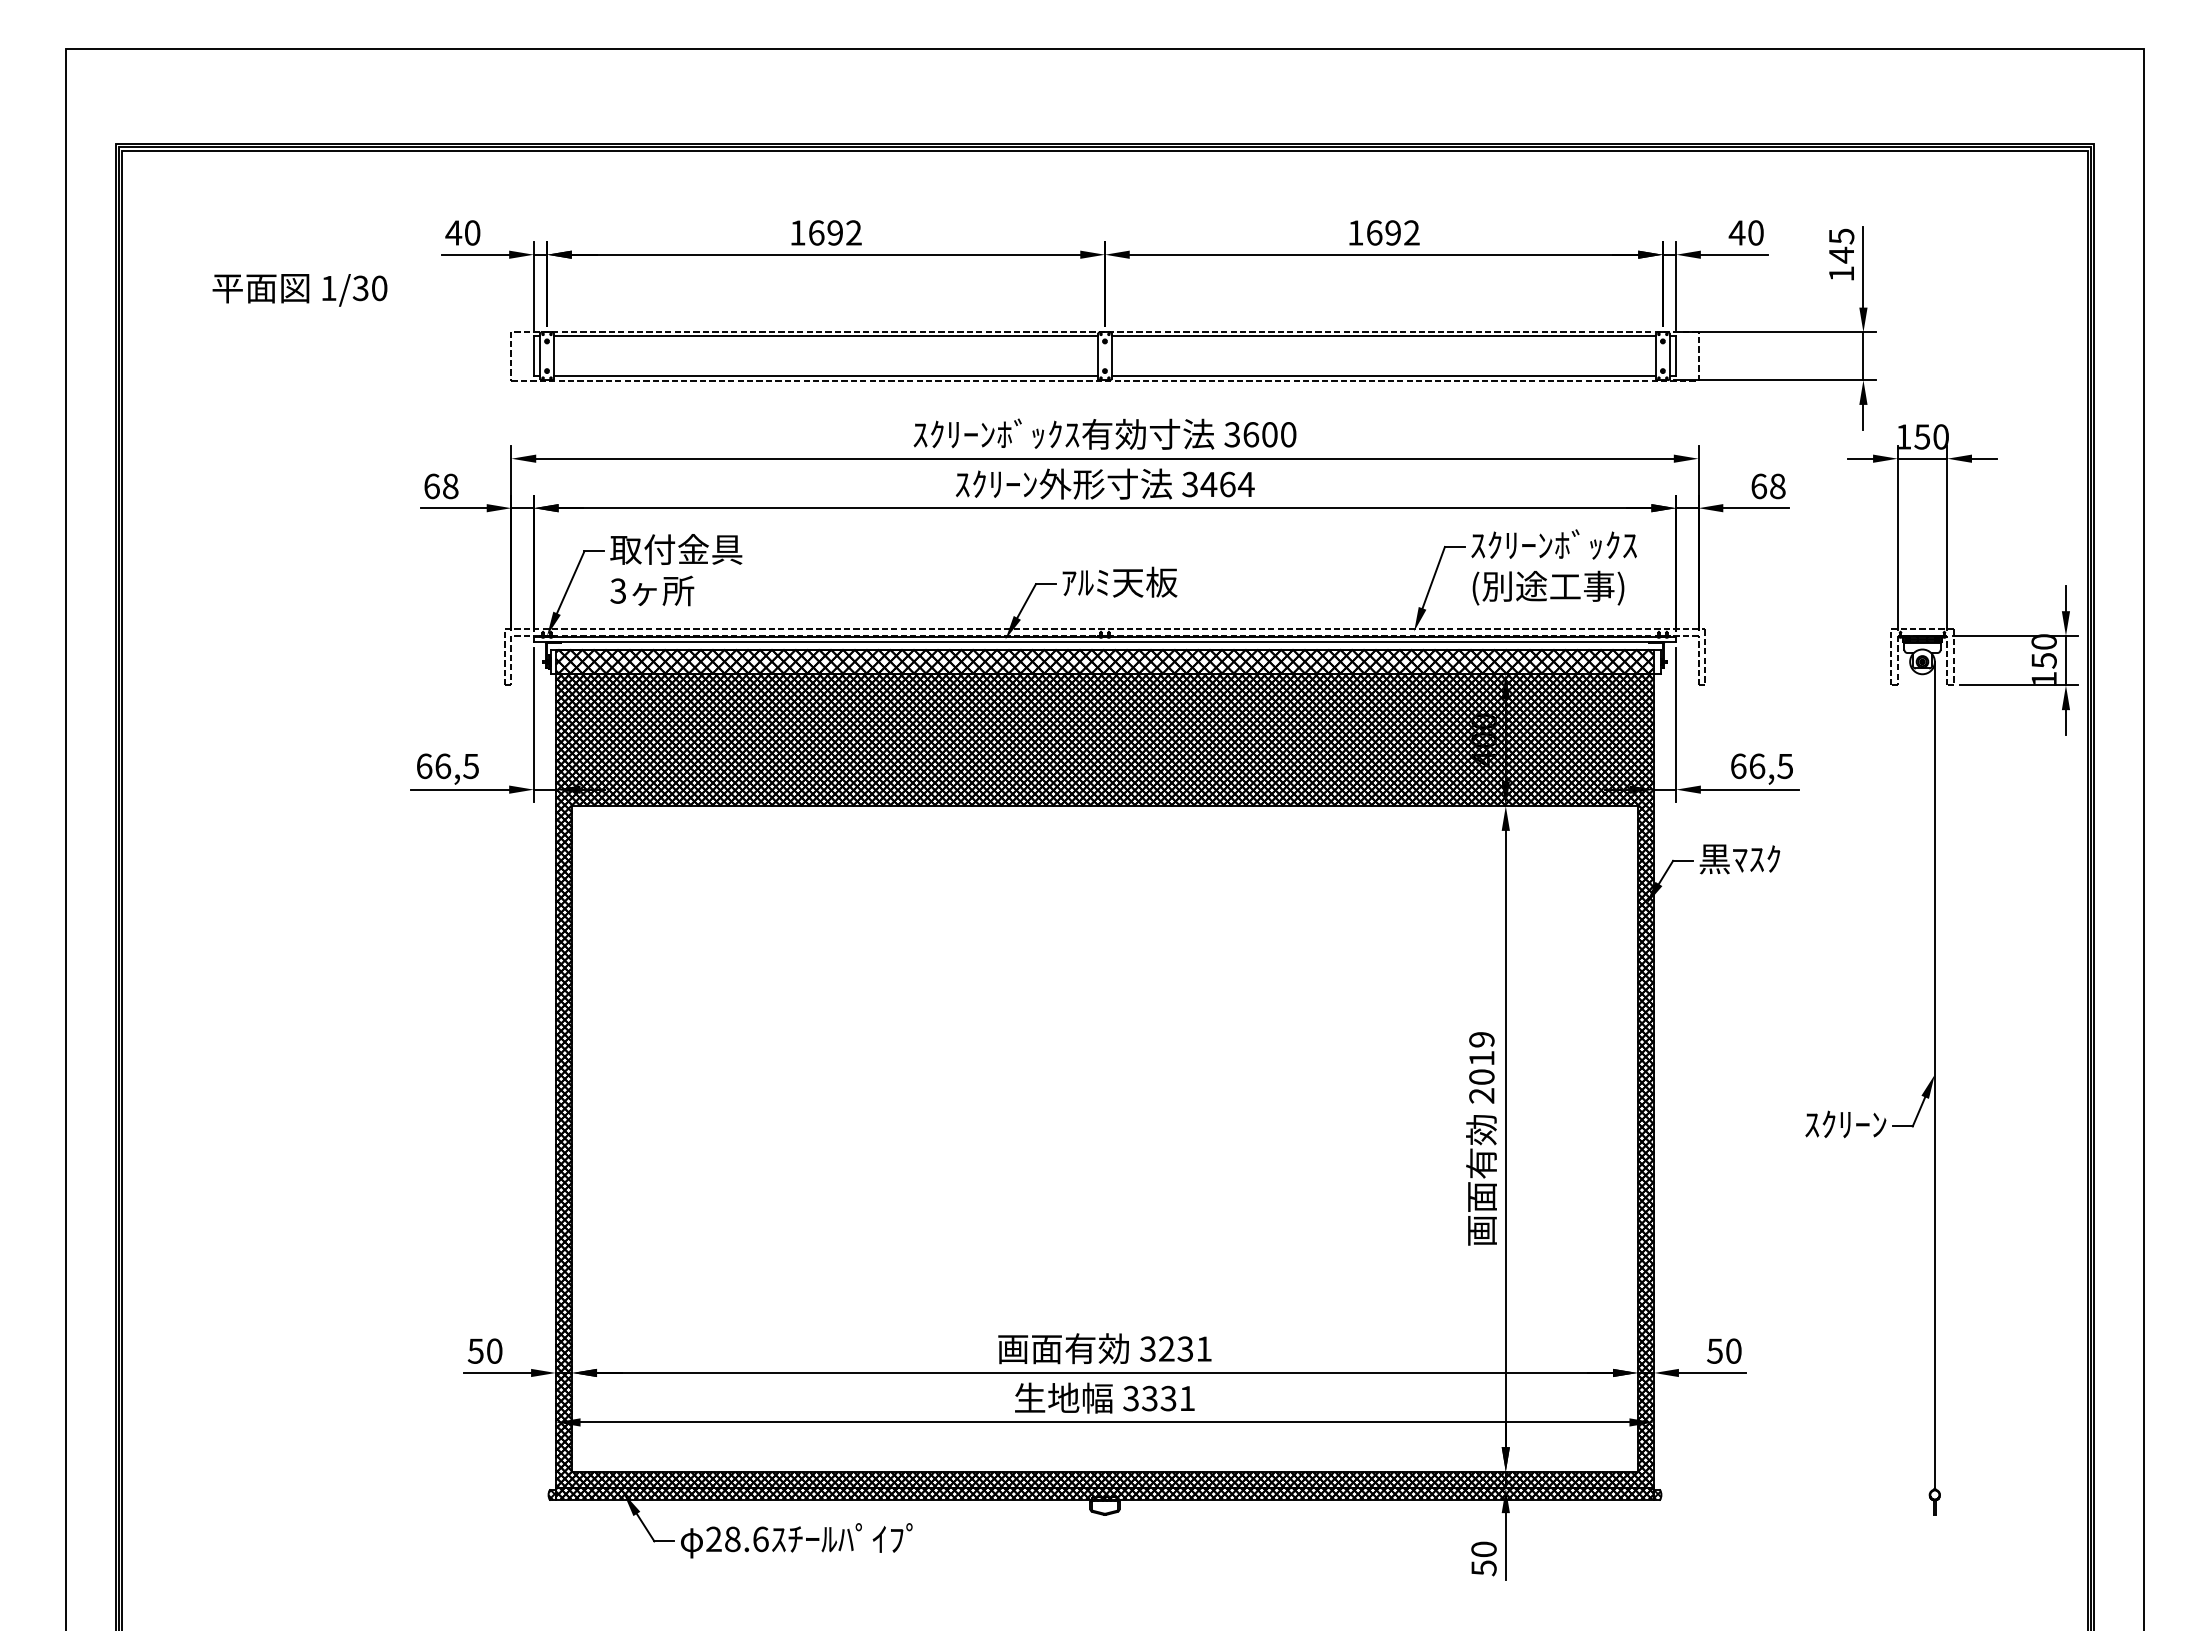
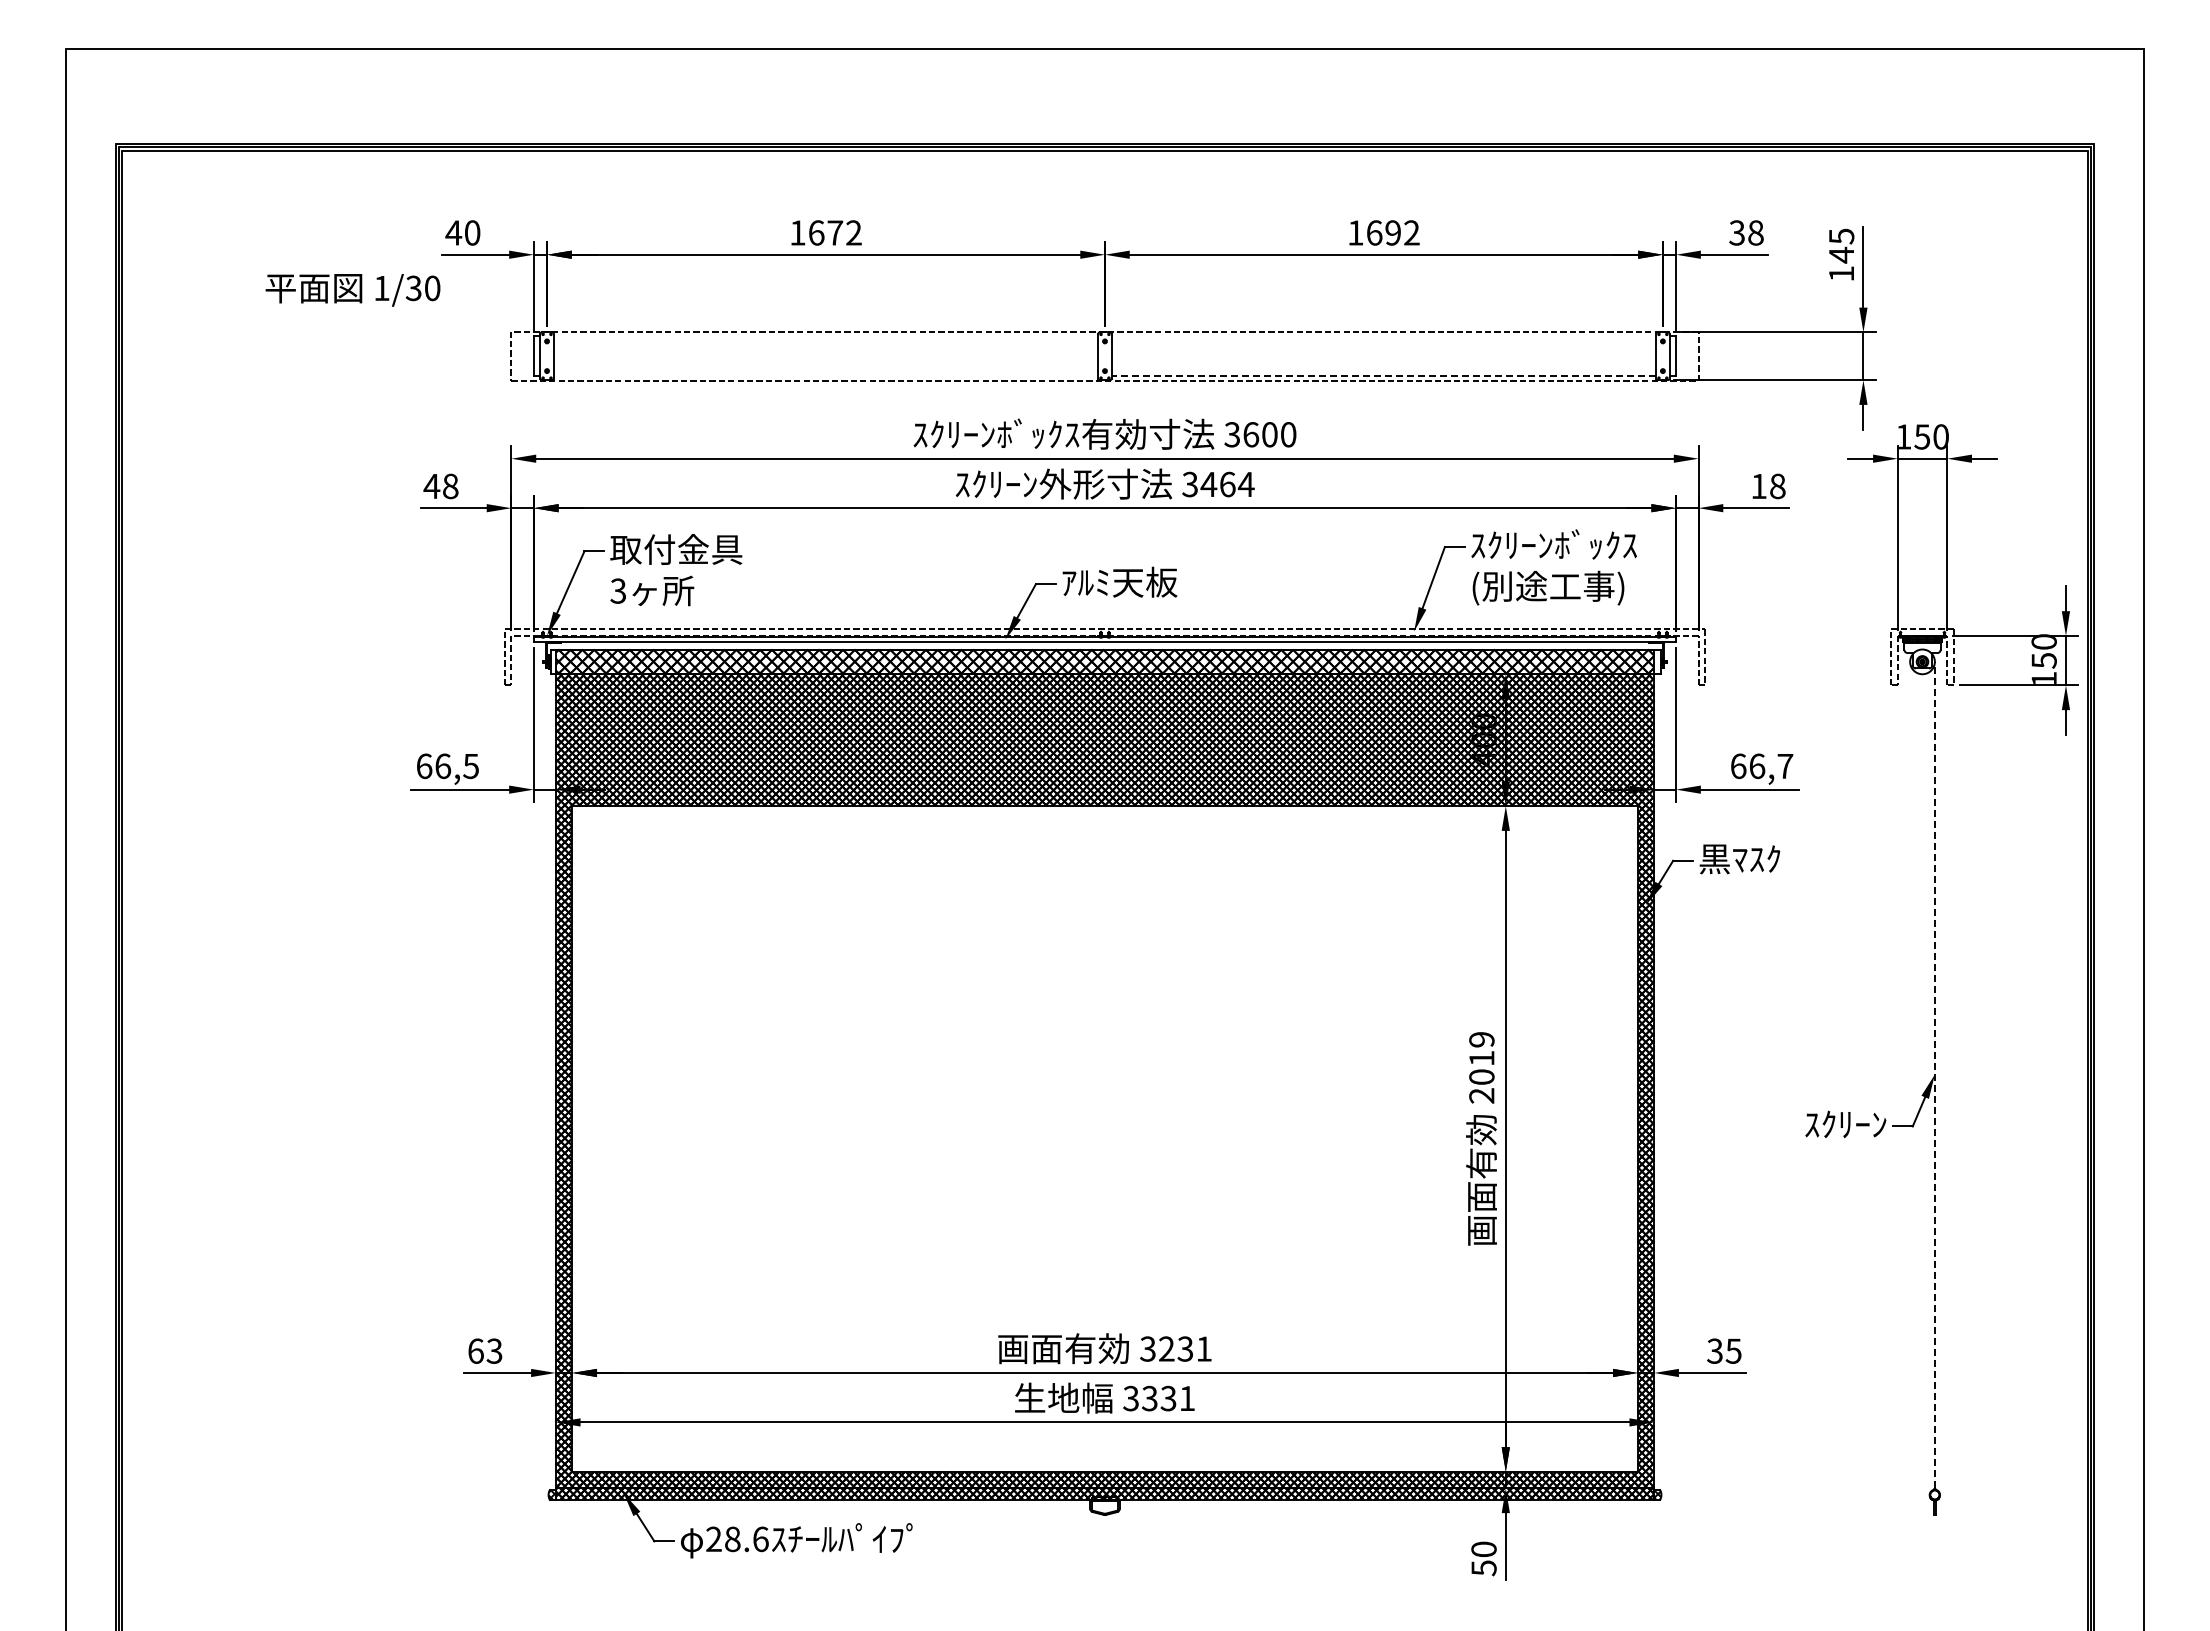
text at (835, 232): 1692 -> 1672
text at (1745, 232): 40 -> 38
text at (299, 290) position: (299, 290) -> (352, 290)
line at (825, 336): present -> none
line at (1383, 336): present -> none
line at (825, 376): present -> none
line at (1383, 376): solid -> dashed
text at (431, 486): 68 -> 48
text at (1759, 486): 68 -> 18
text at (1785, 766): 66,5 -> 66,7
line at (1934, 1074): solid -> dashed
text at (484, 1350): 50 -> 63
text at (1724, 1350): 50 -> 35
